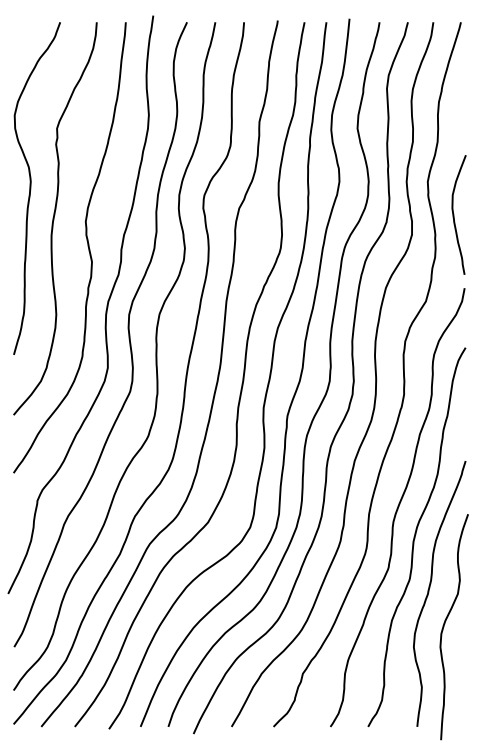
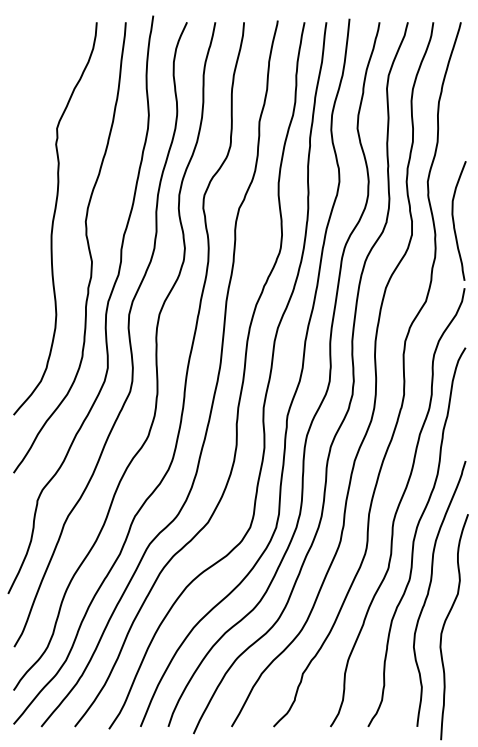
curve at (31, 188): present -> none
curve at (454, 214) position: (454, 214) -> (454, 220)
